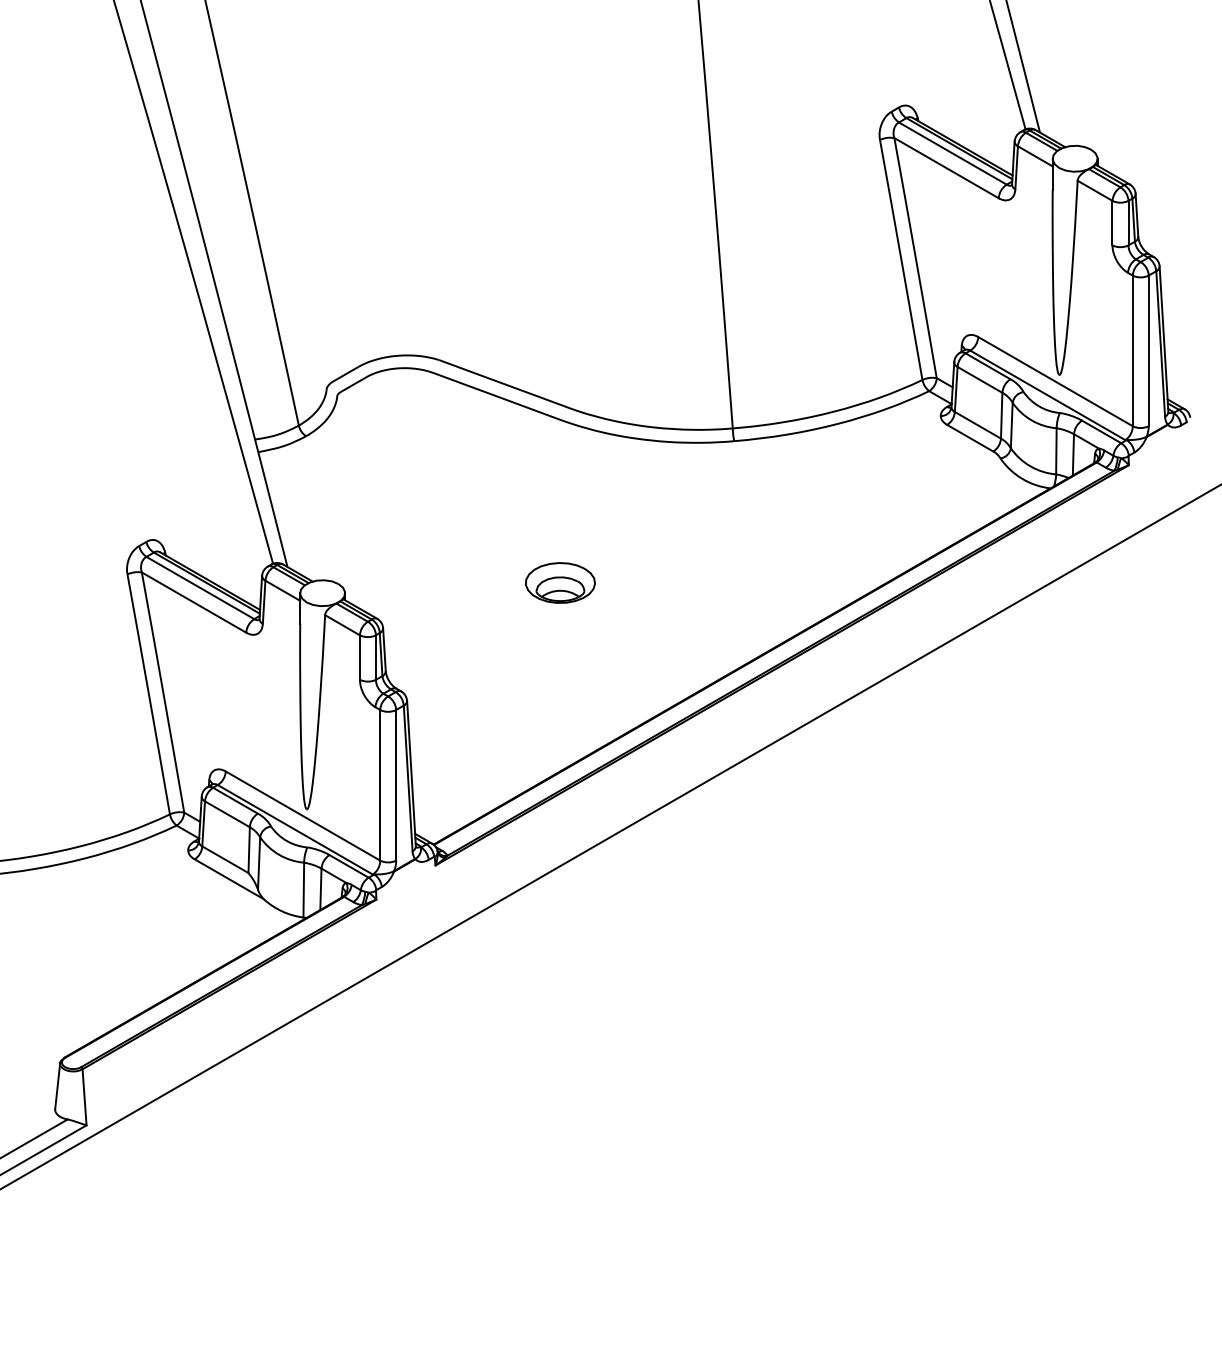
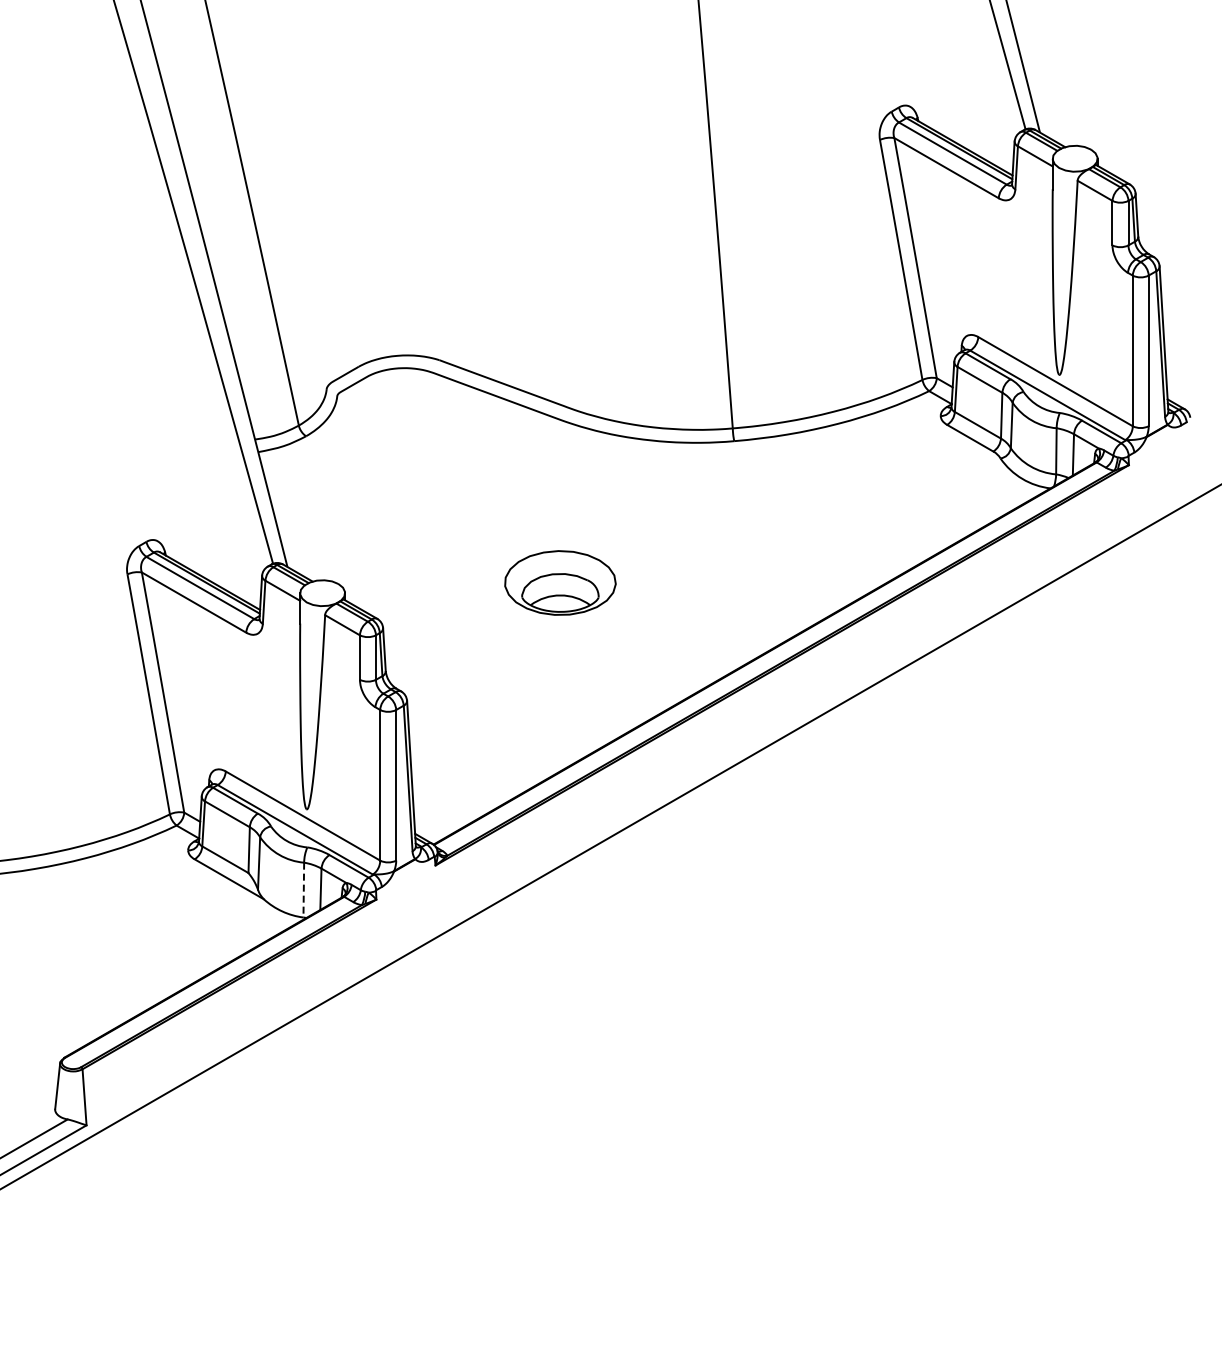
part at (560, 582) size: 71x42 px -> 113x66 px
line at (303, 890): solid -> dashed
